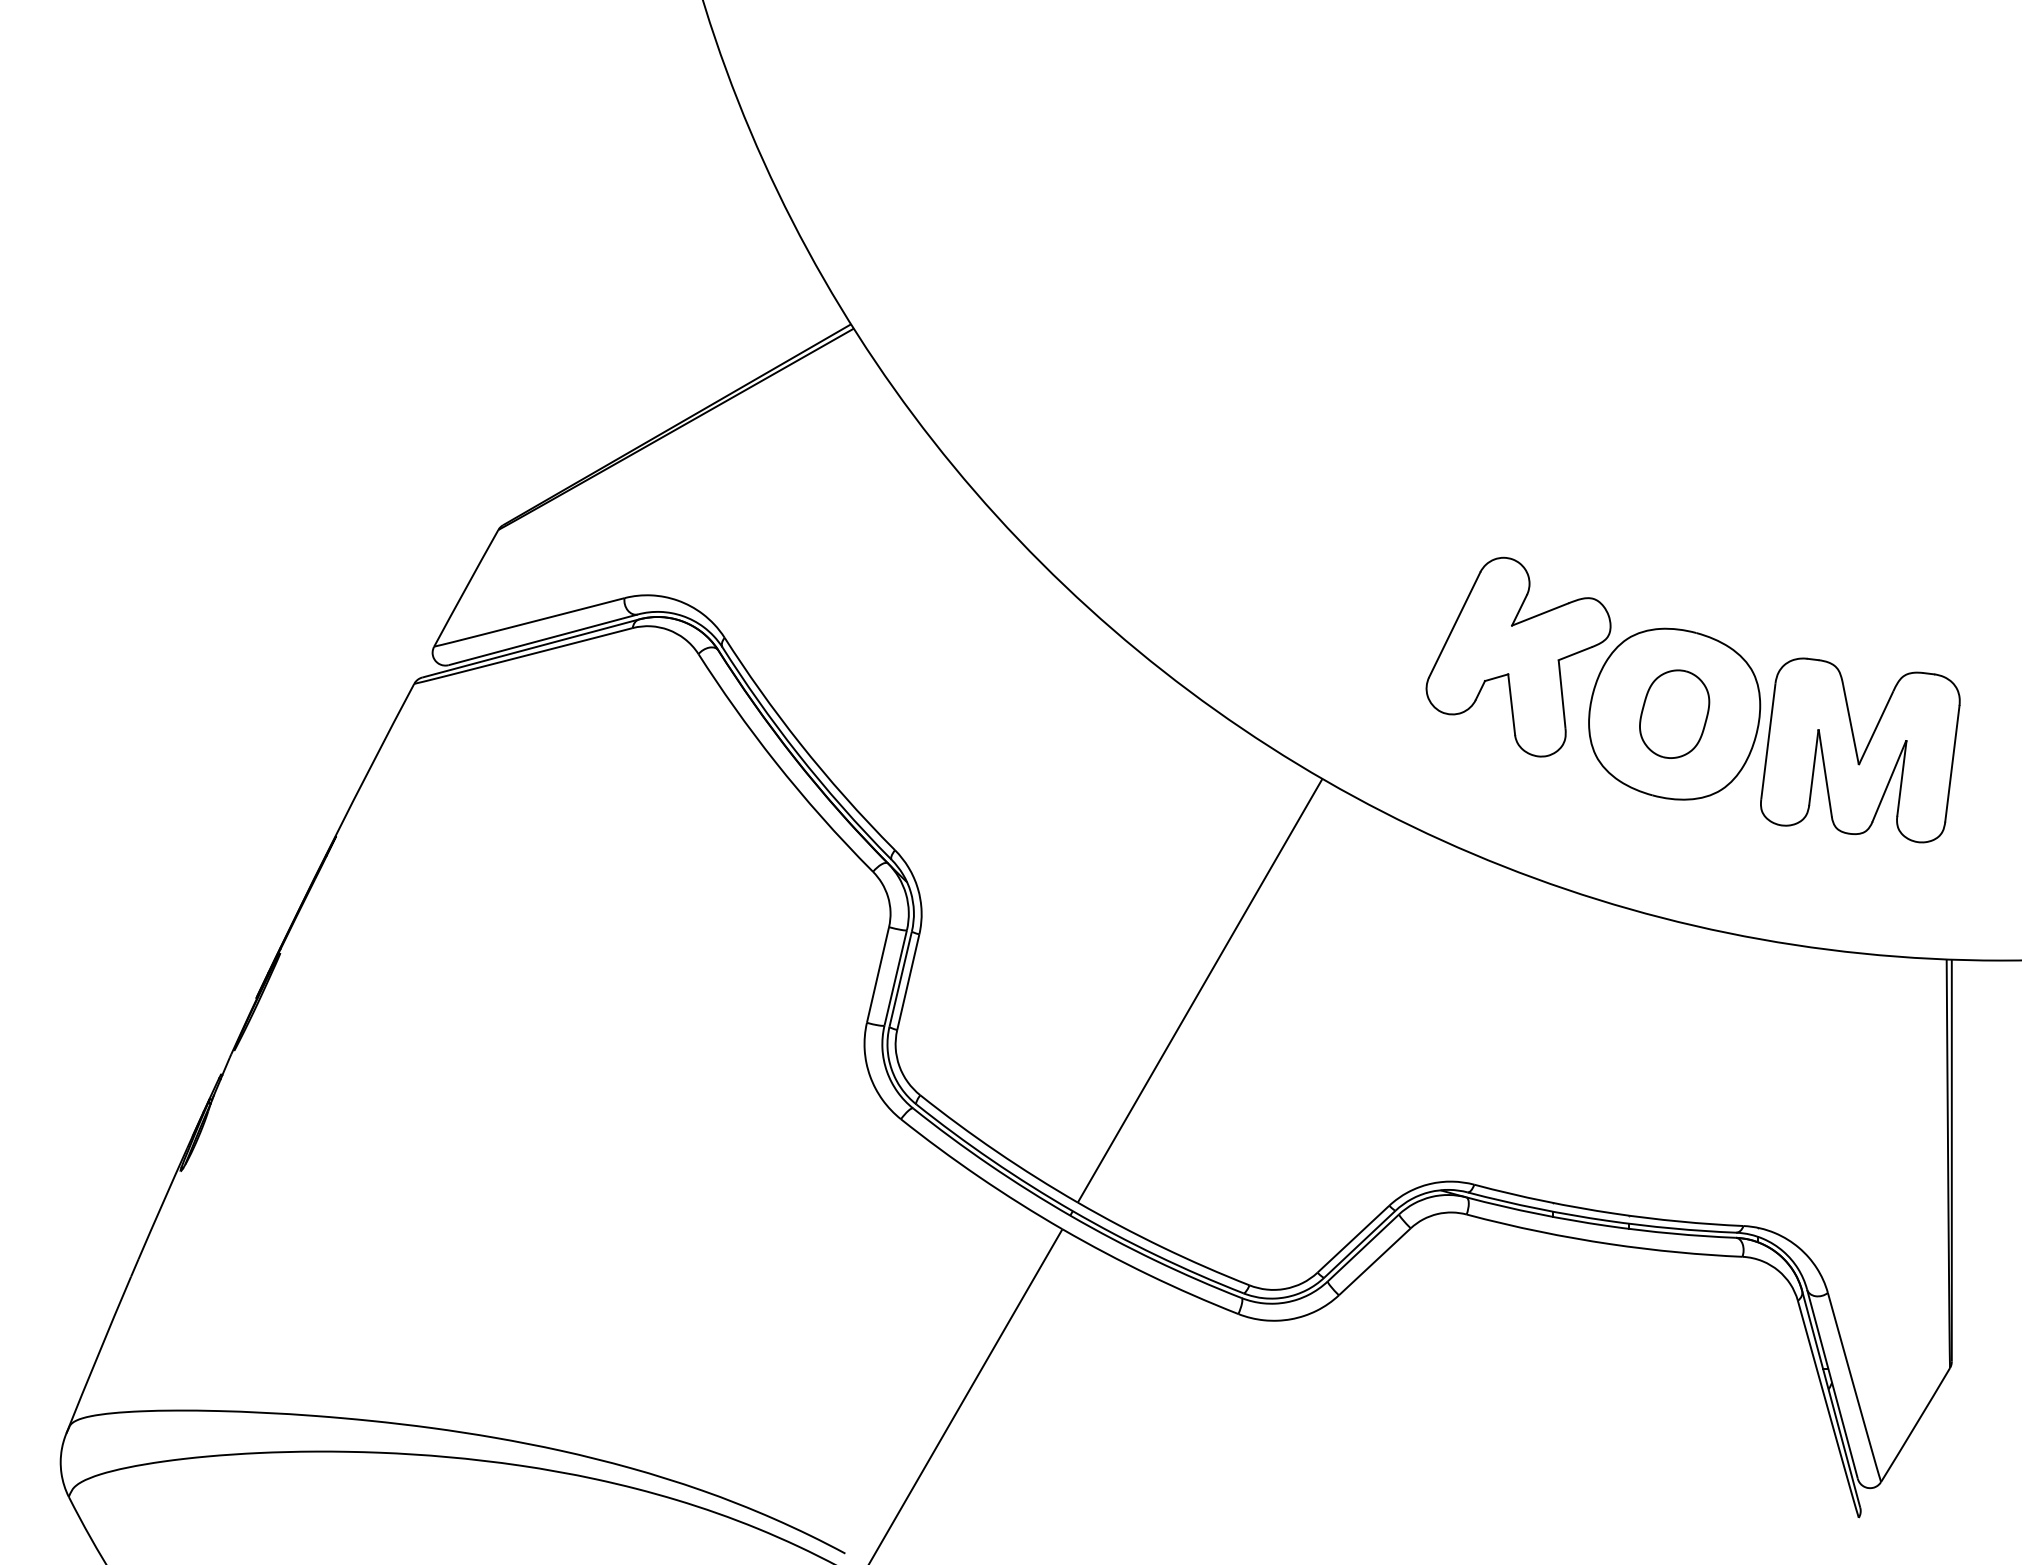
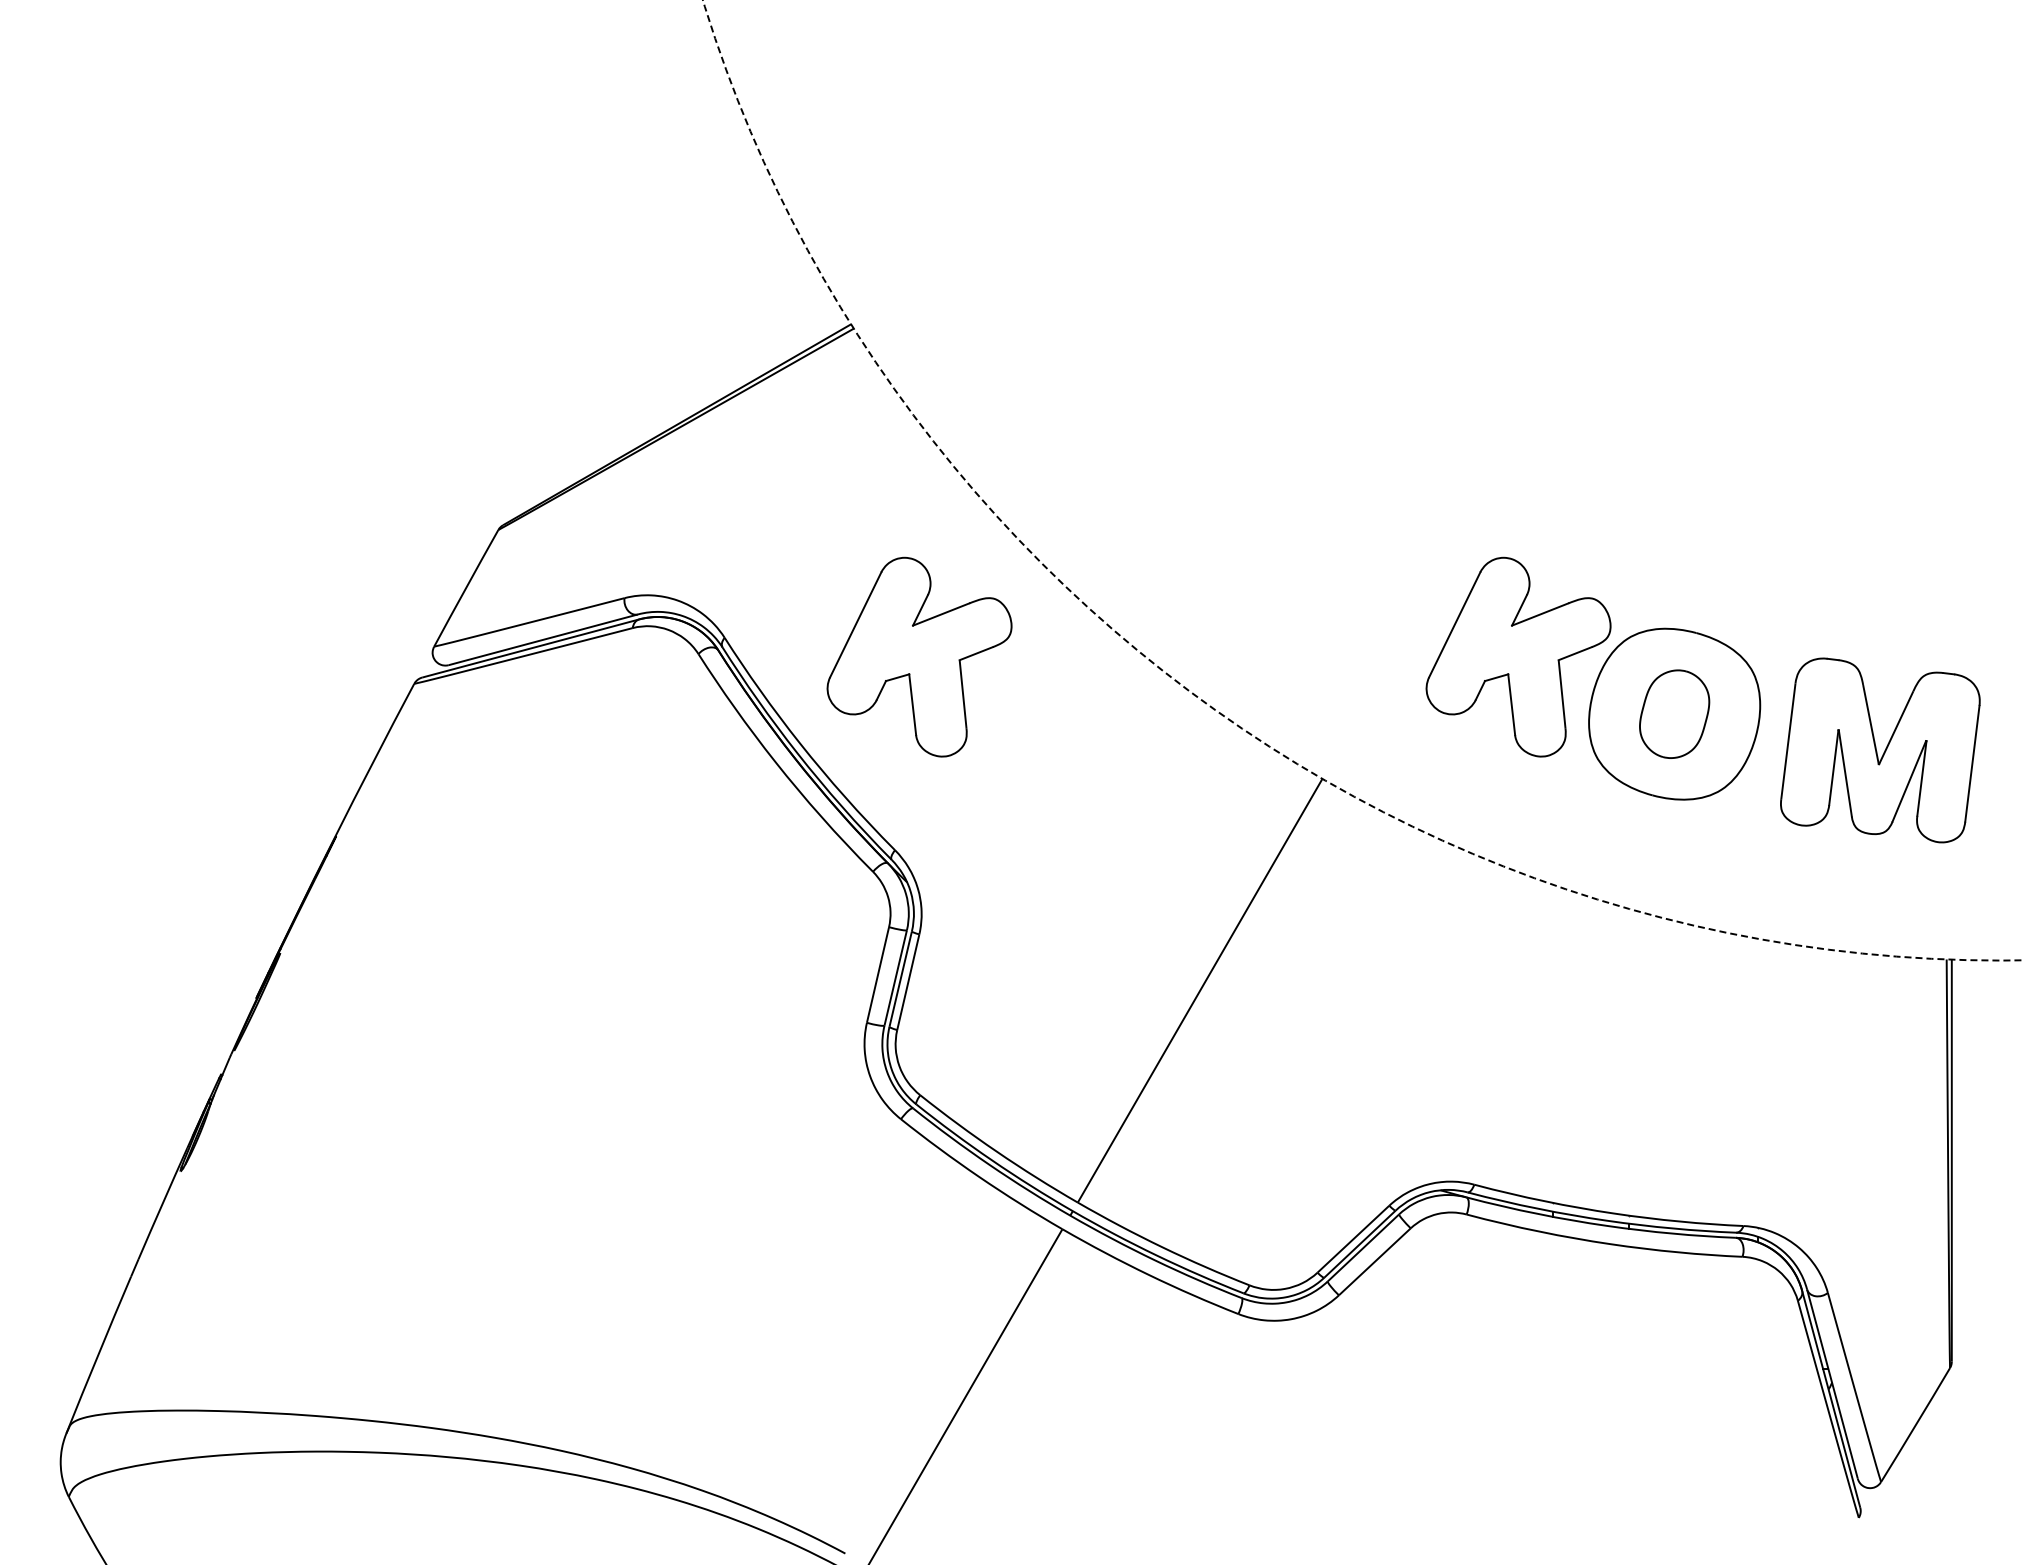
circle at (1361, 480): solid -> dashed
part at (919, 656): none -> present
part at (1860, 750) position: (1860, 750) -> (1880, 750)
